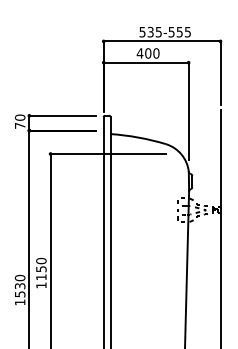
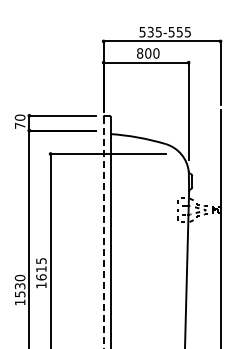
text at (139, 53): 400 -> 800
line at (103, 232): solid -> dashed
text at (41, 268): 1150 -> 1615
